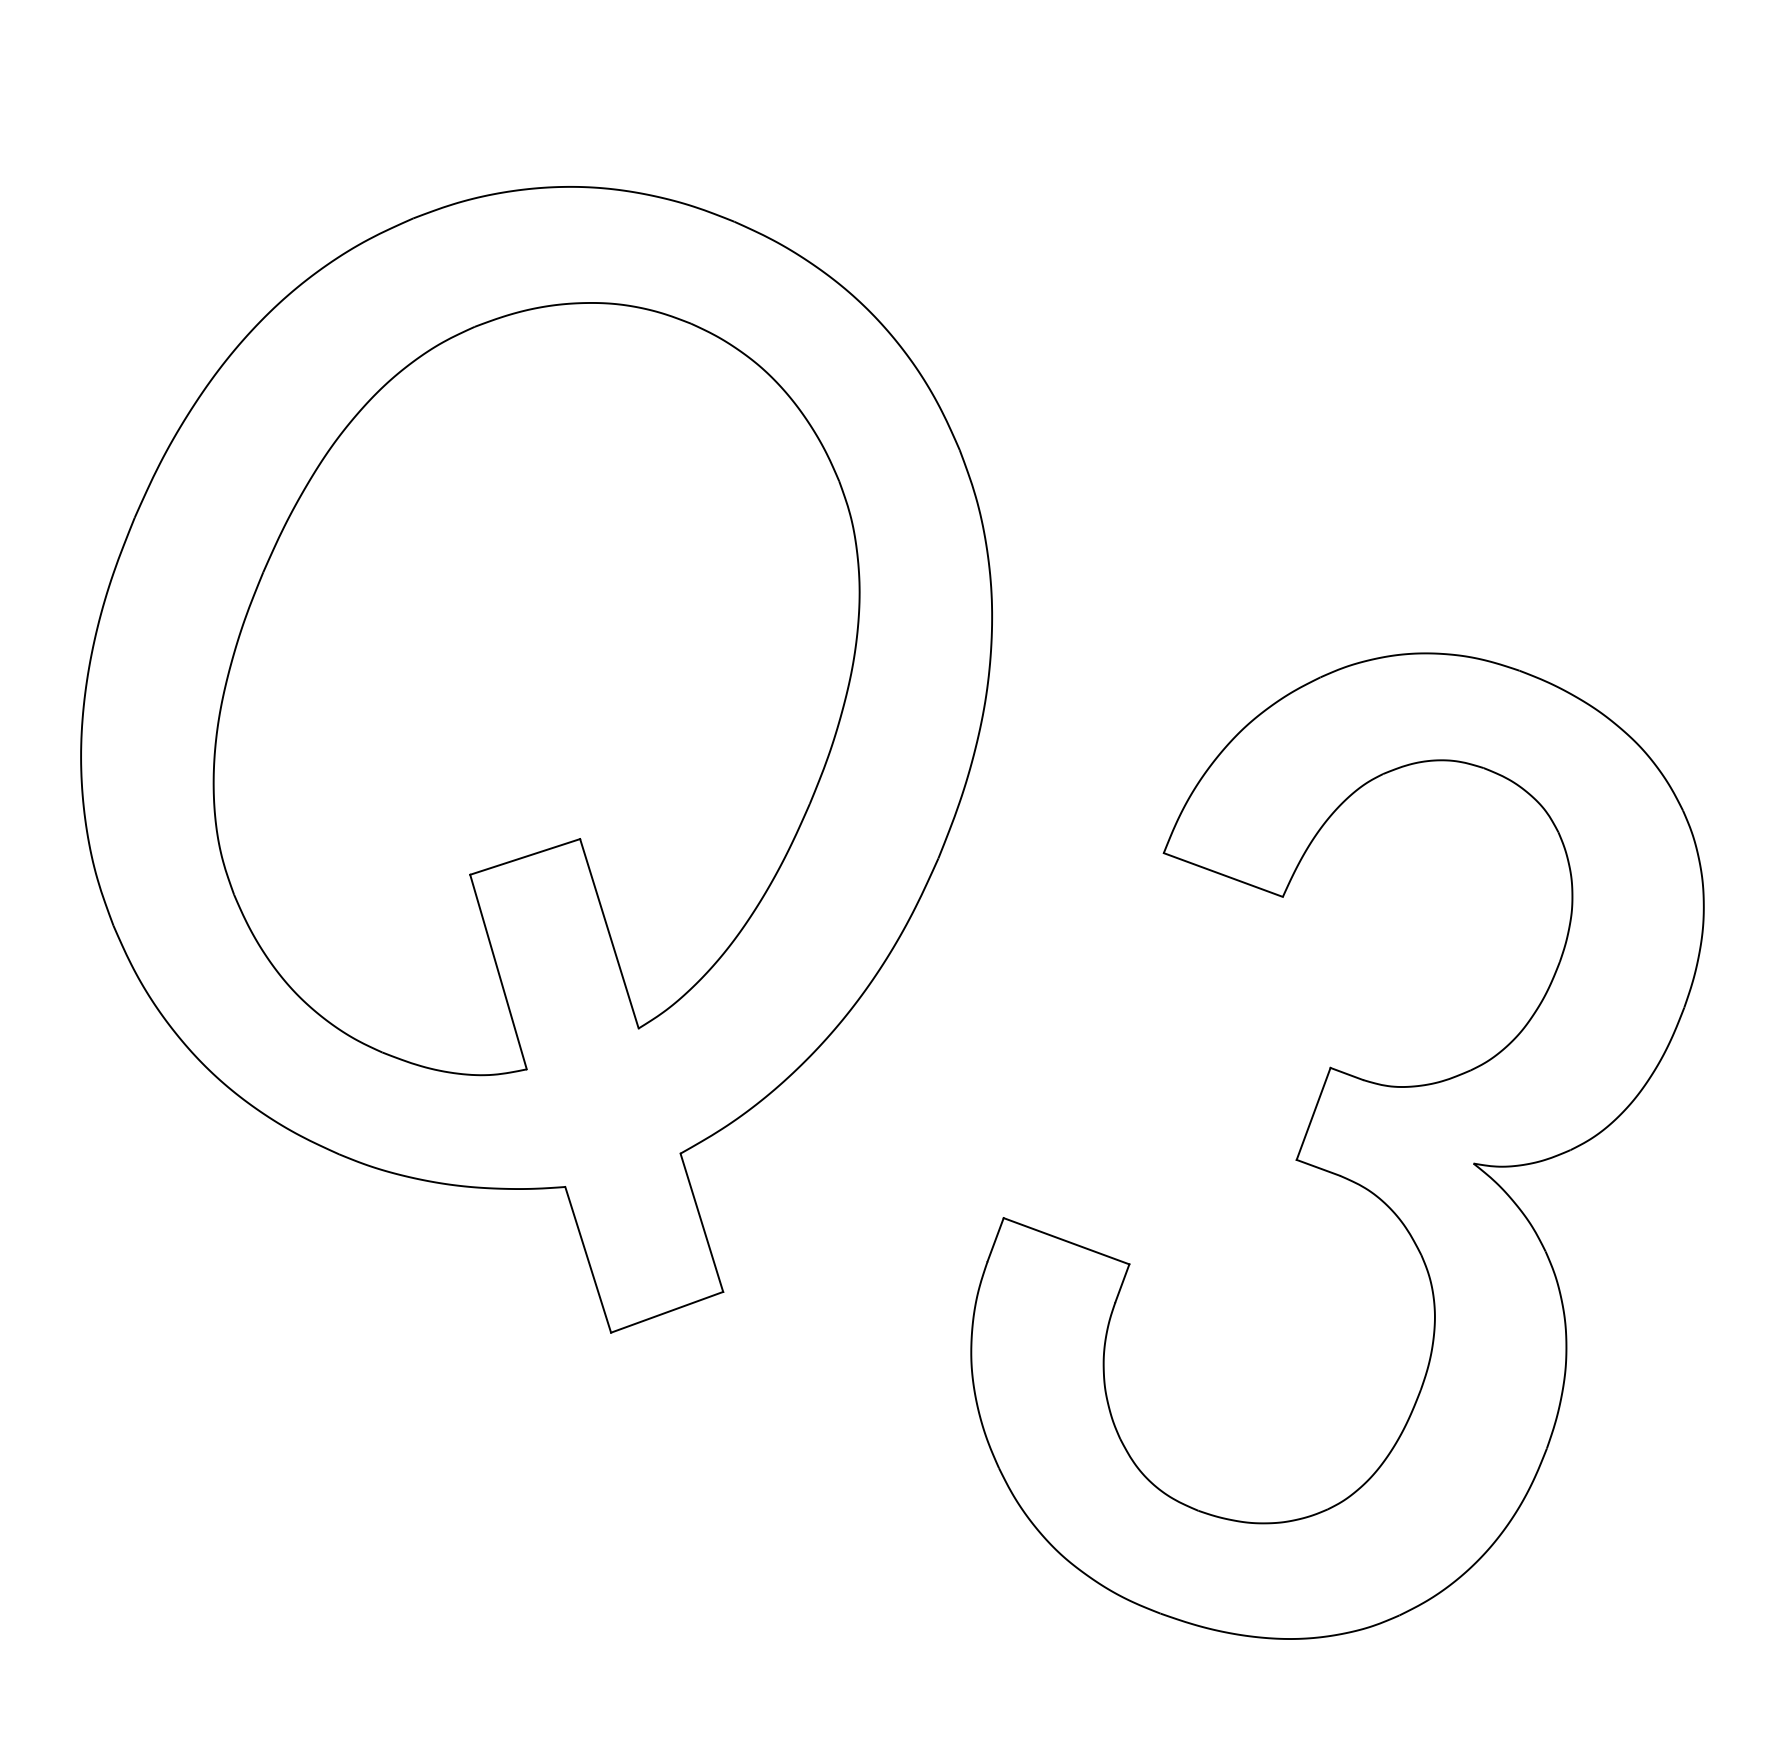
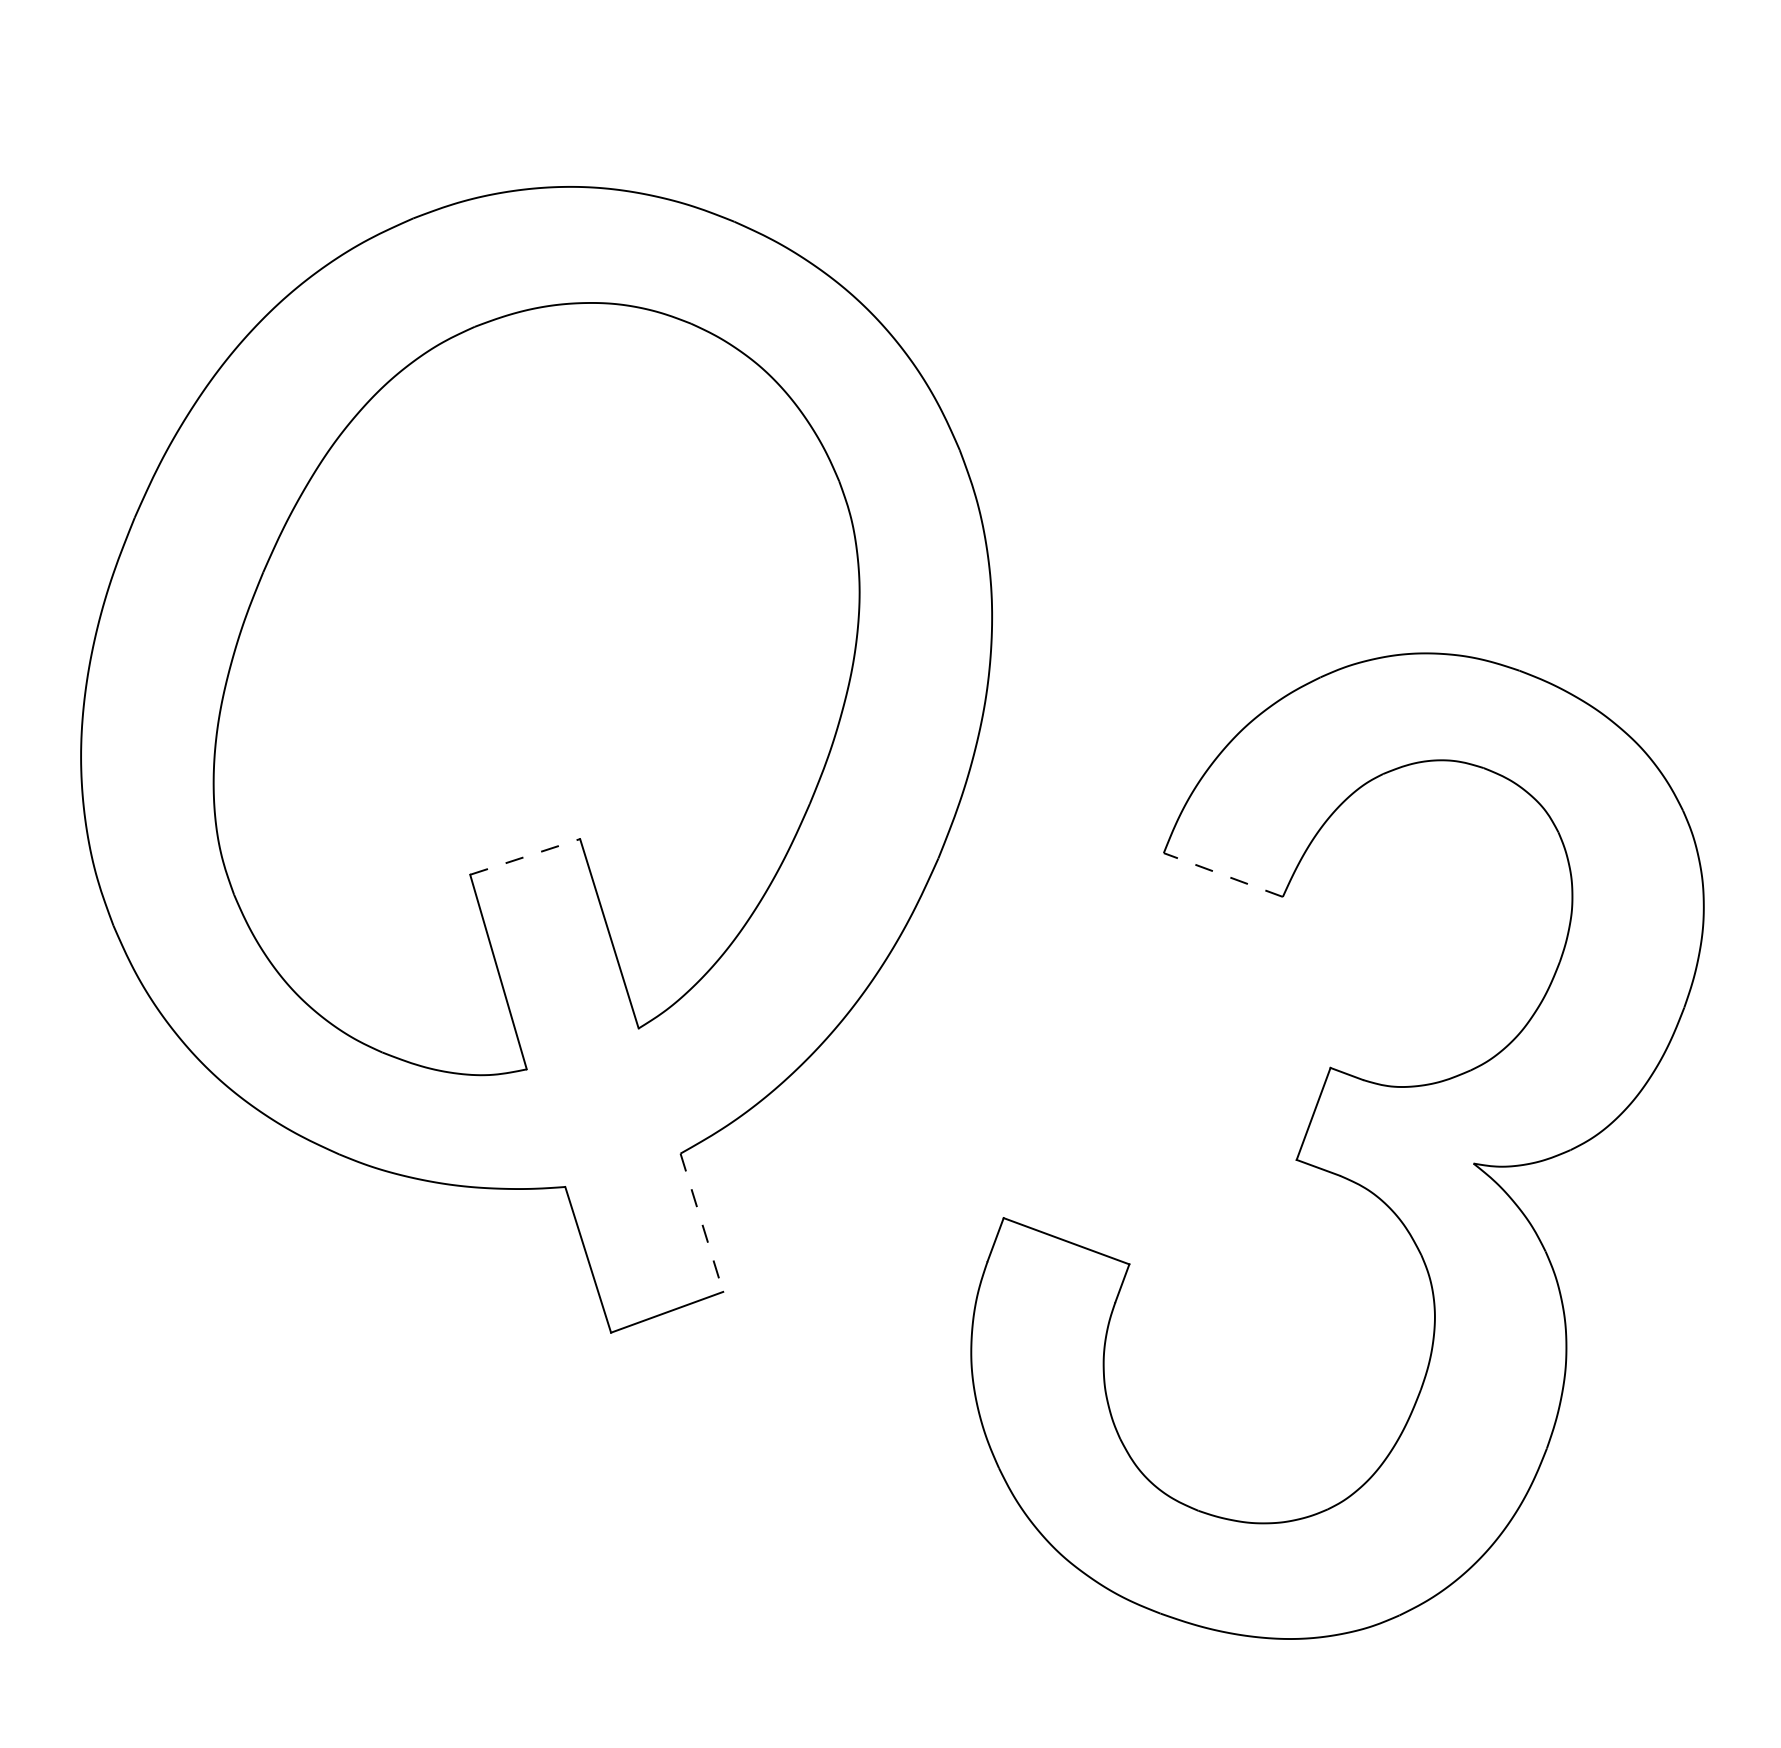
line at (525, 856): solid -> dashed
line at (1222, 874): solid -> dashed
line at (702, 1223): solid -> dashed
